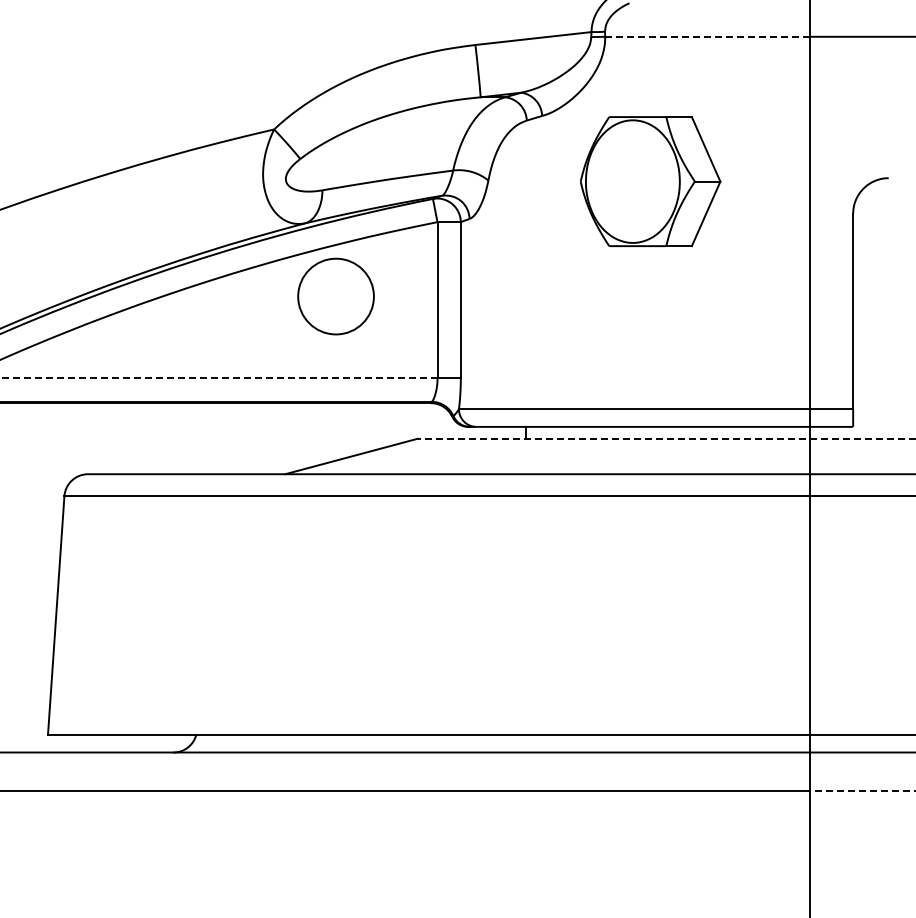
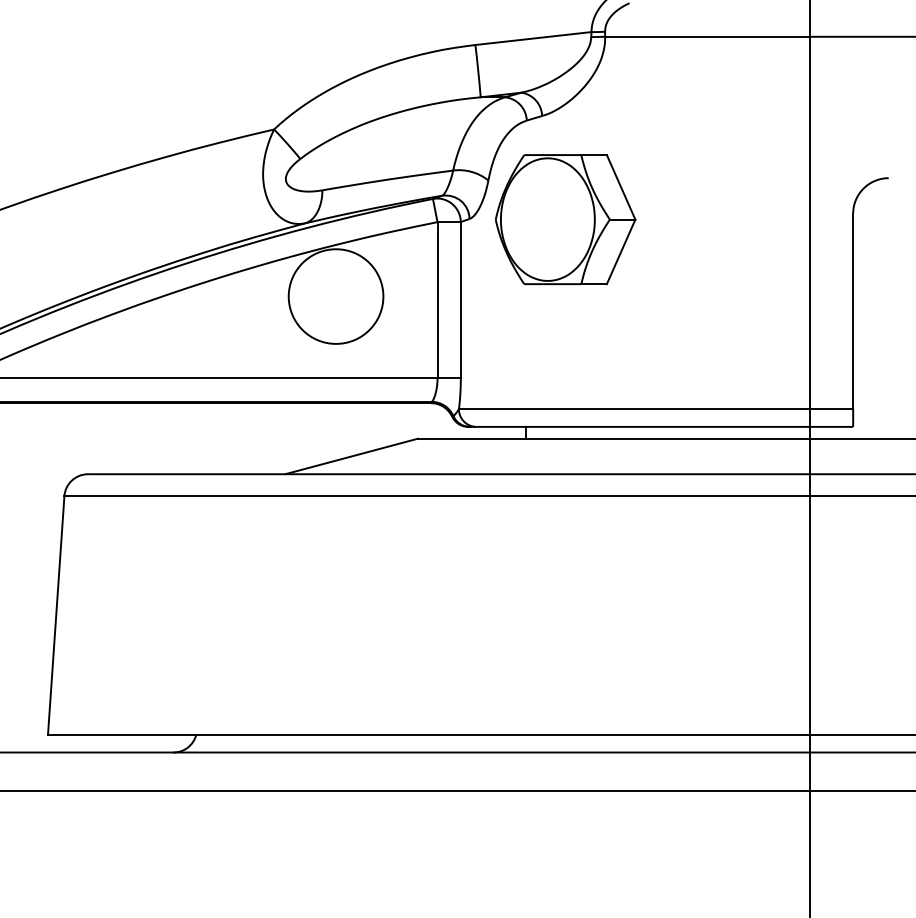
line at (706, 36): dashed -> solid
part at (650, 181) position: (650, 181) -> (565, 219)
circle at (335, 296) diameter: 76 px -> 95 px
line at (218, 378): dashed -> solid
line at (666, 438): dashed -> solid
line at (862, 791): dashed -> solid
